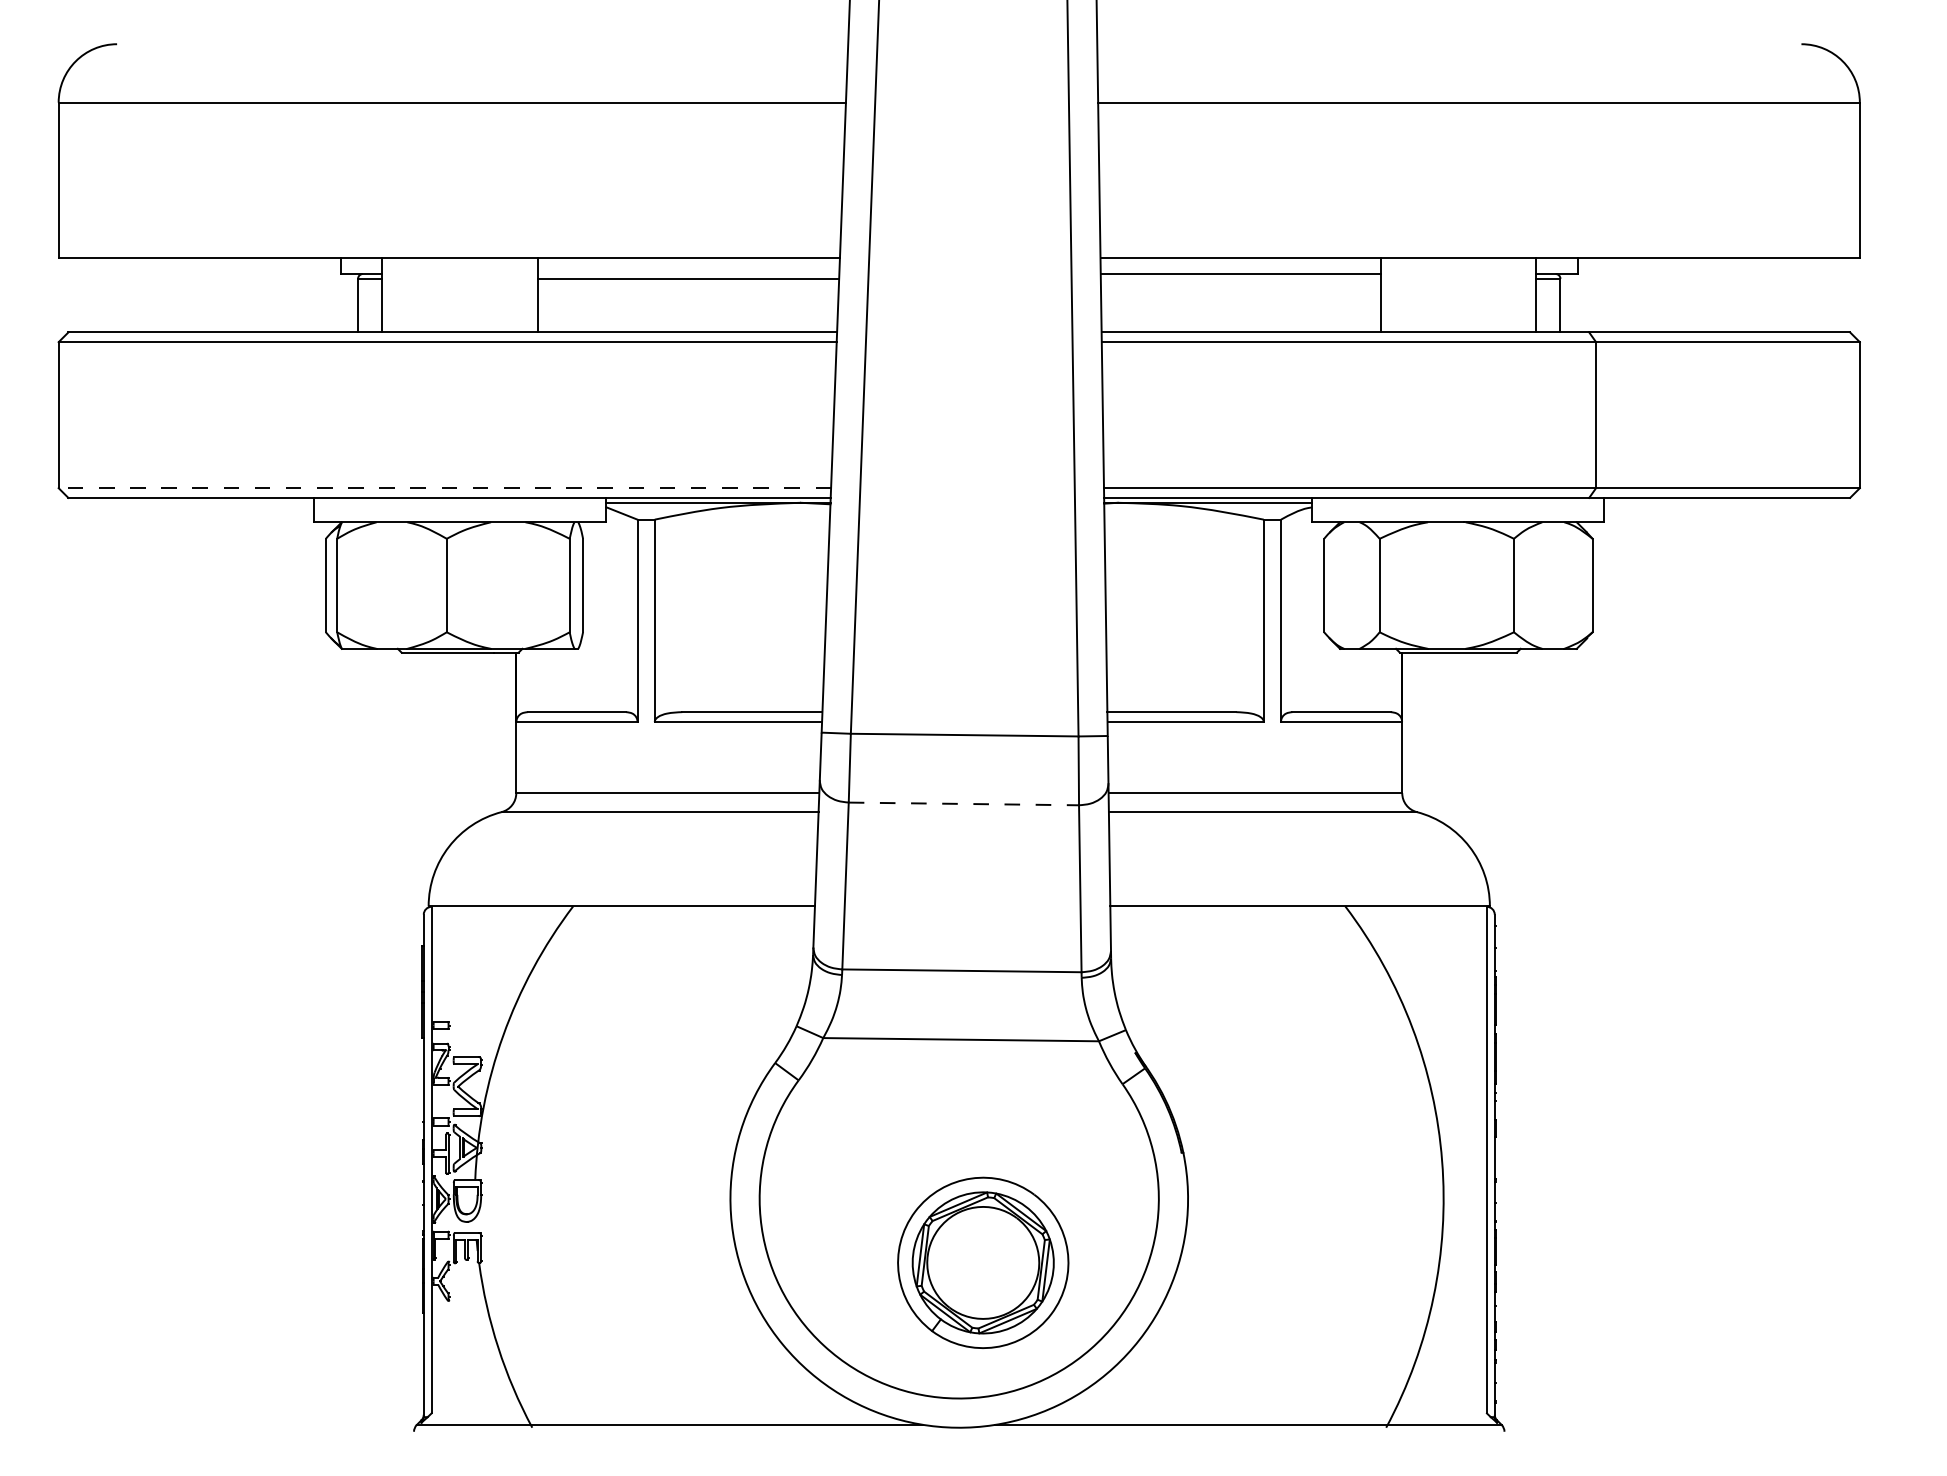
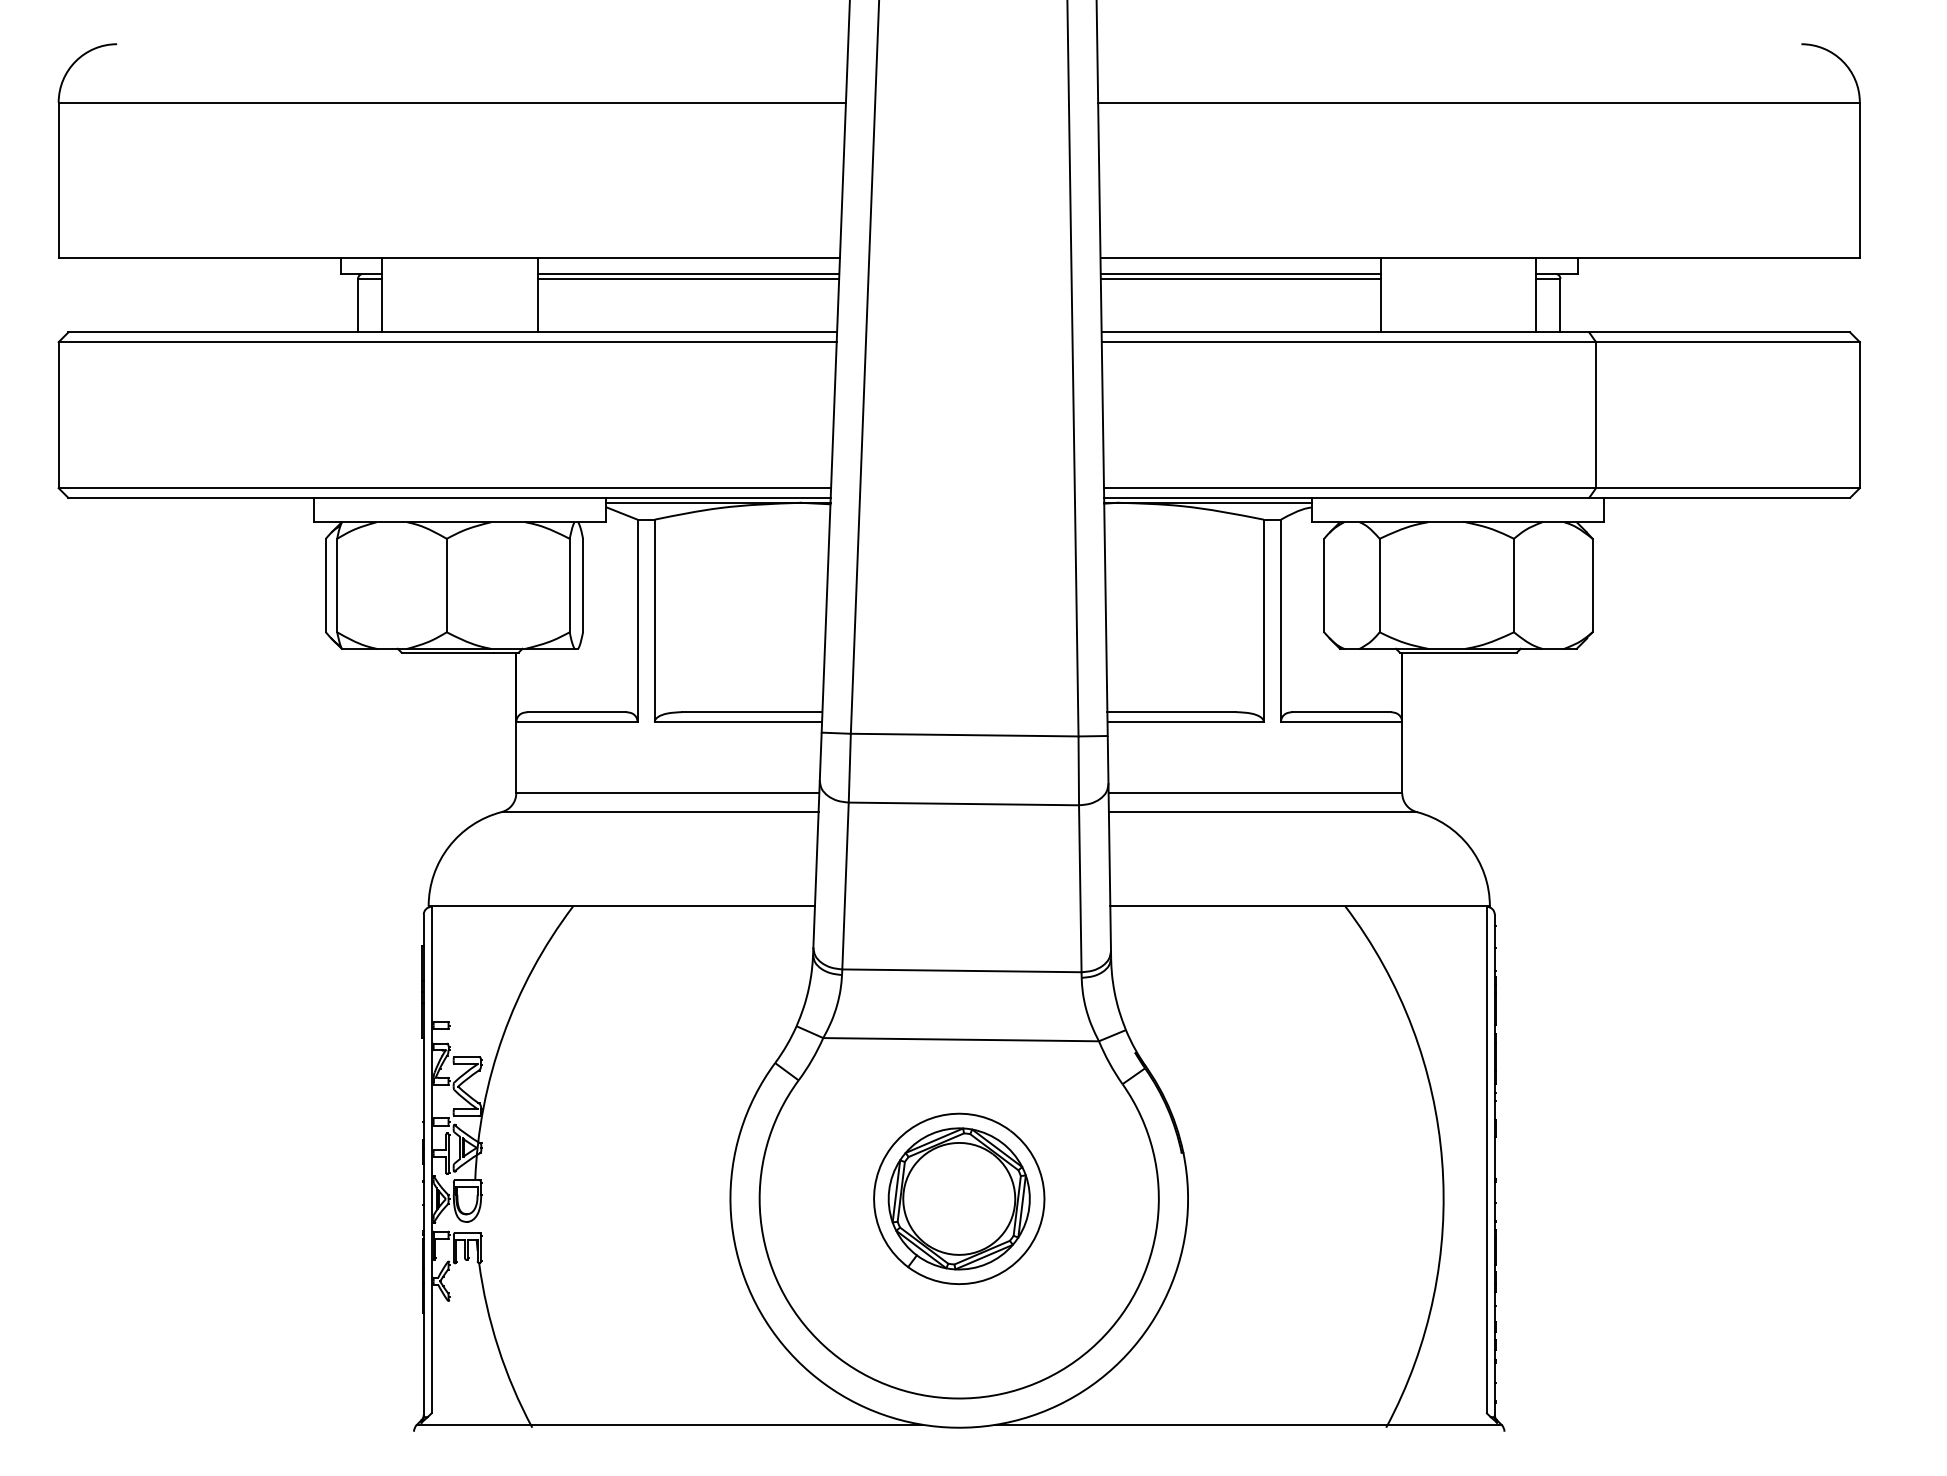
line at (688, 274): none -> present
line at (1240, 278): none -> present
line at (444, 488): dashed -> solid
line at (964, 803): dashed -> solid
part at (983, 1262) position: (983, 1262) -> (959, 1198)
